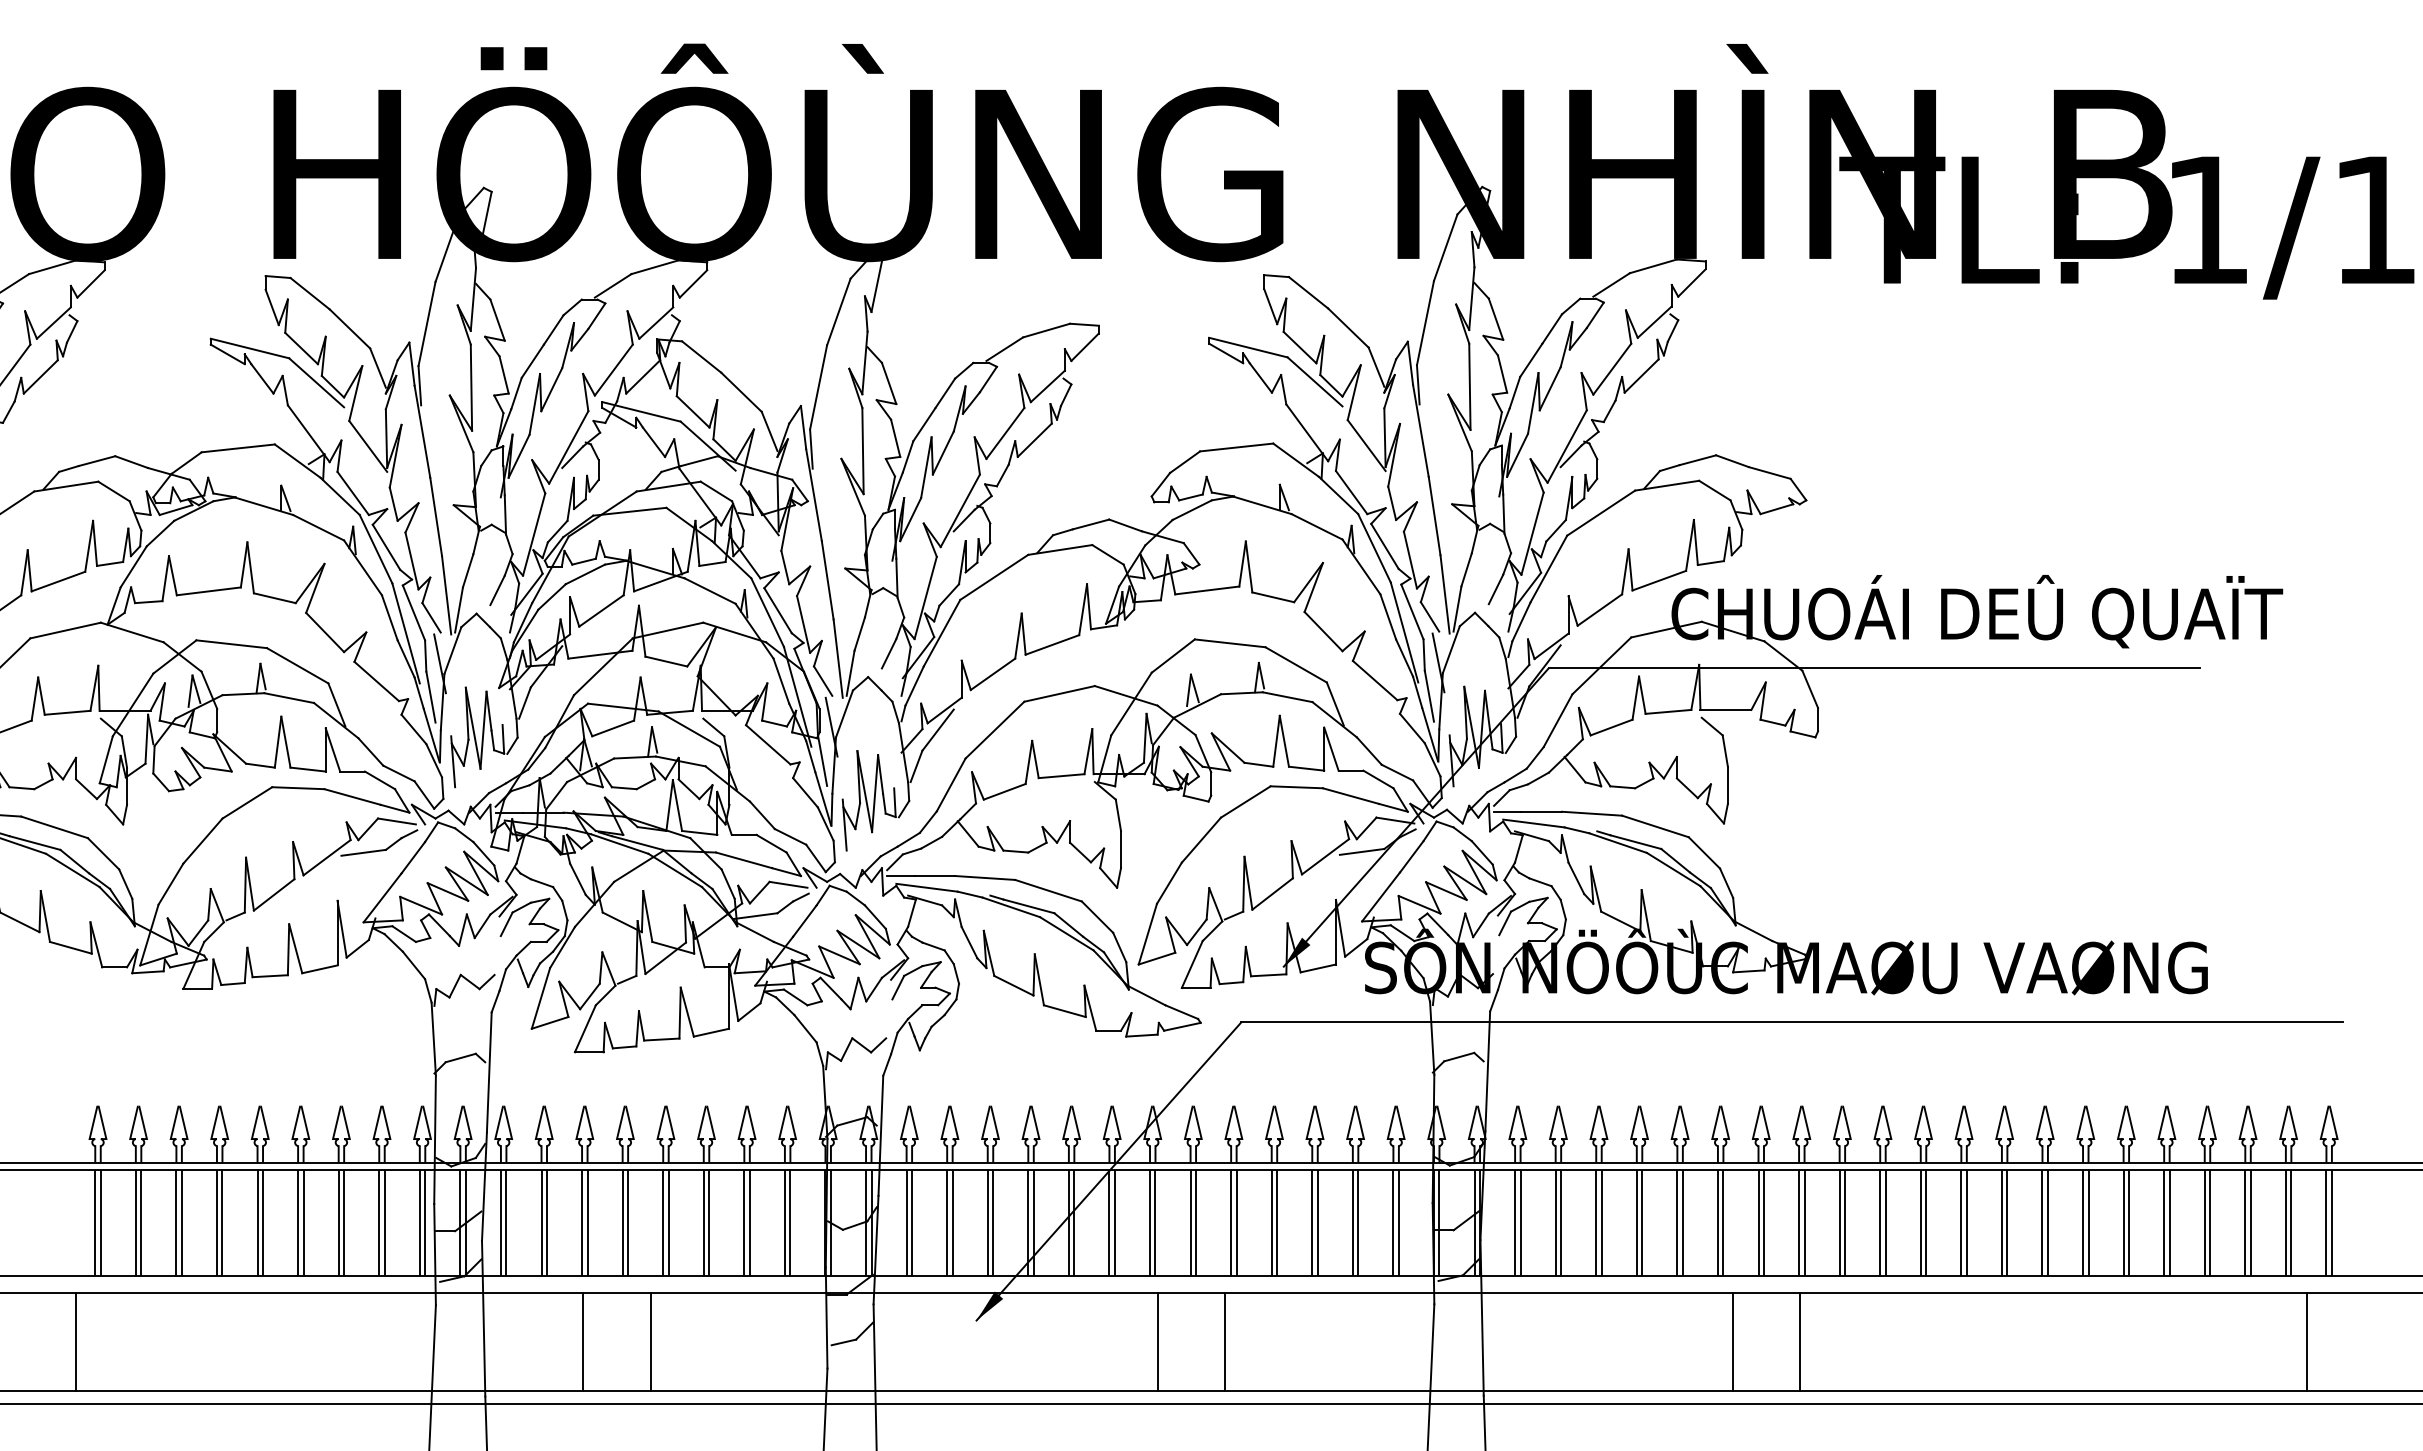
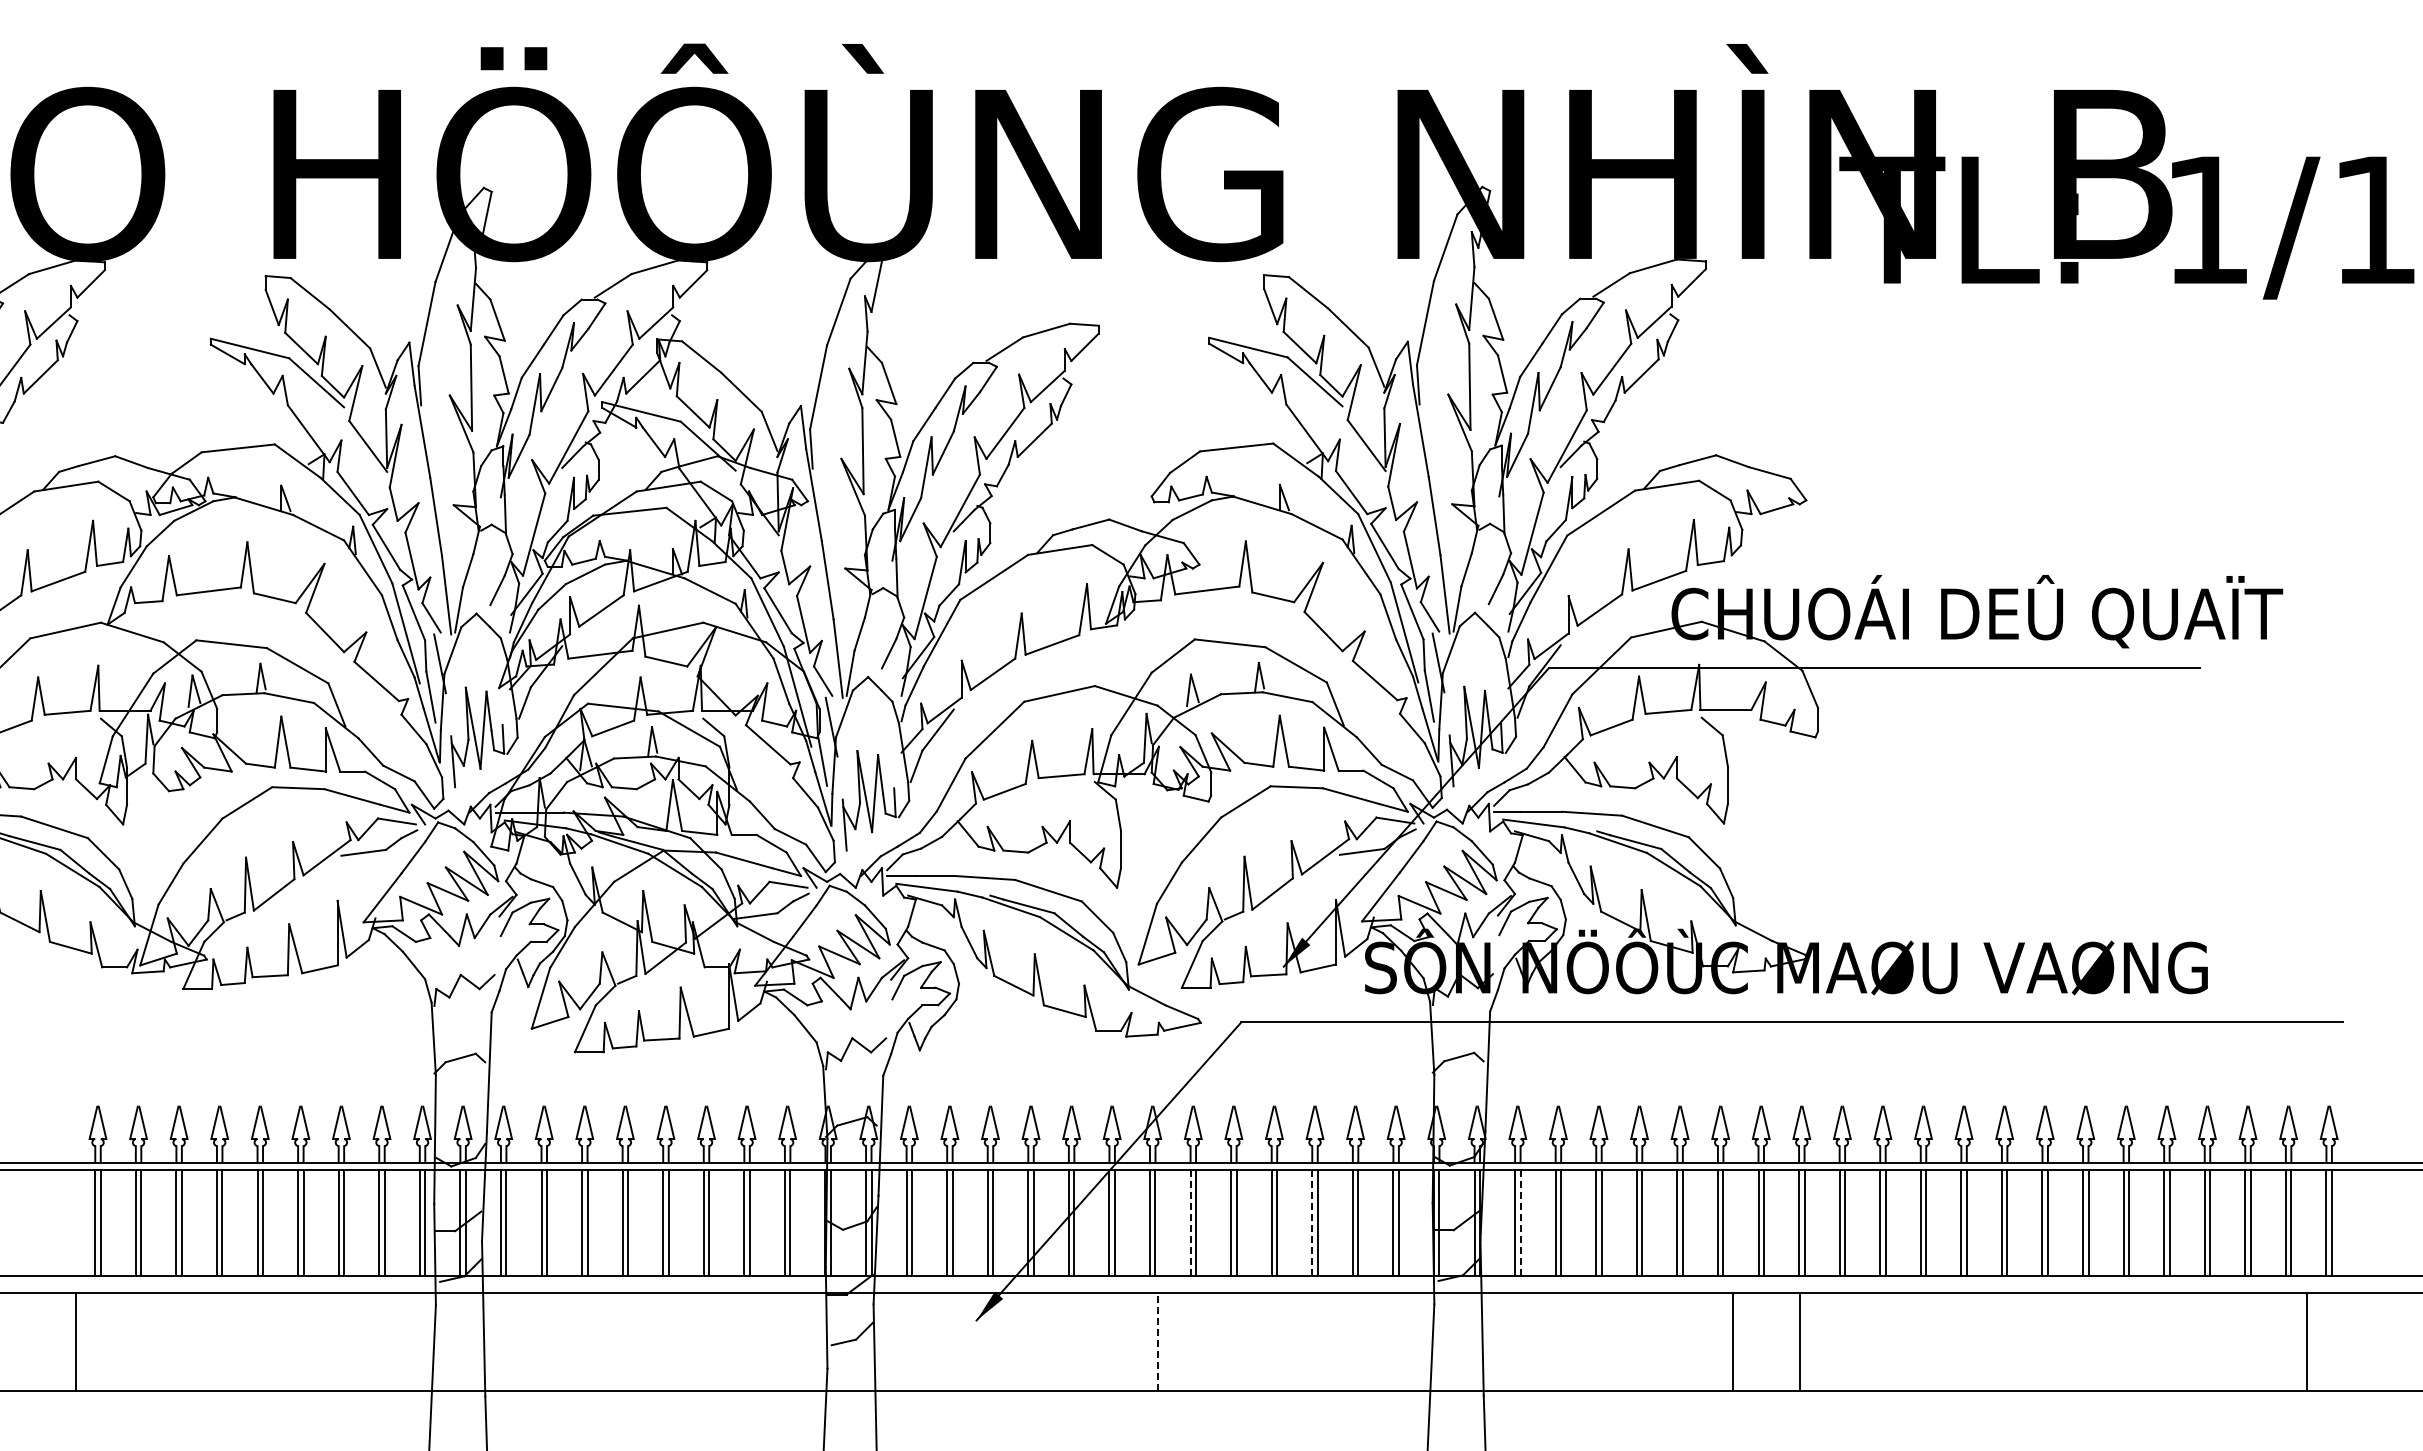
line at (1190, 1222): solid -> dashed
line at (1312, 1222): solid -> dashed
line at (1520, 1222): solid -> dashed
line at (583, 1341): present -> none
line at (650, 1341): present -> none
line at (1157, 1341): solid -> dashed
line at (1225, 1341): present -> none
line at (1210, 1404): present -> none
